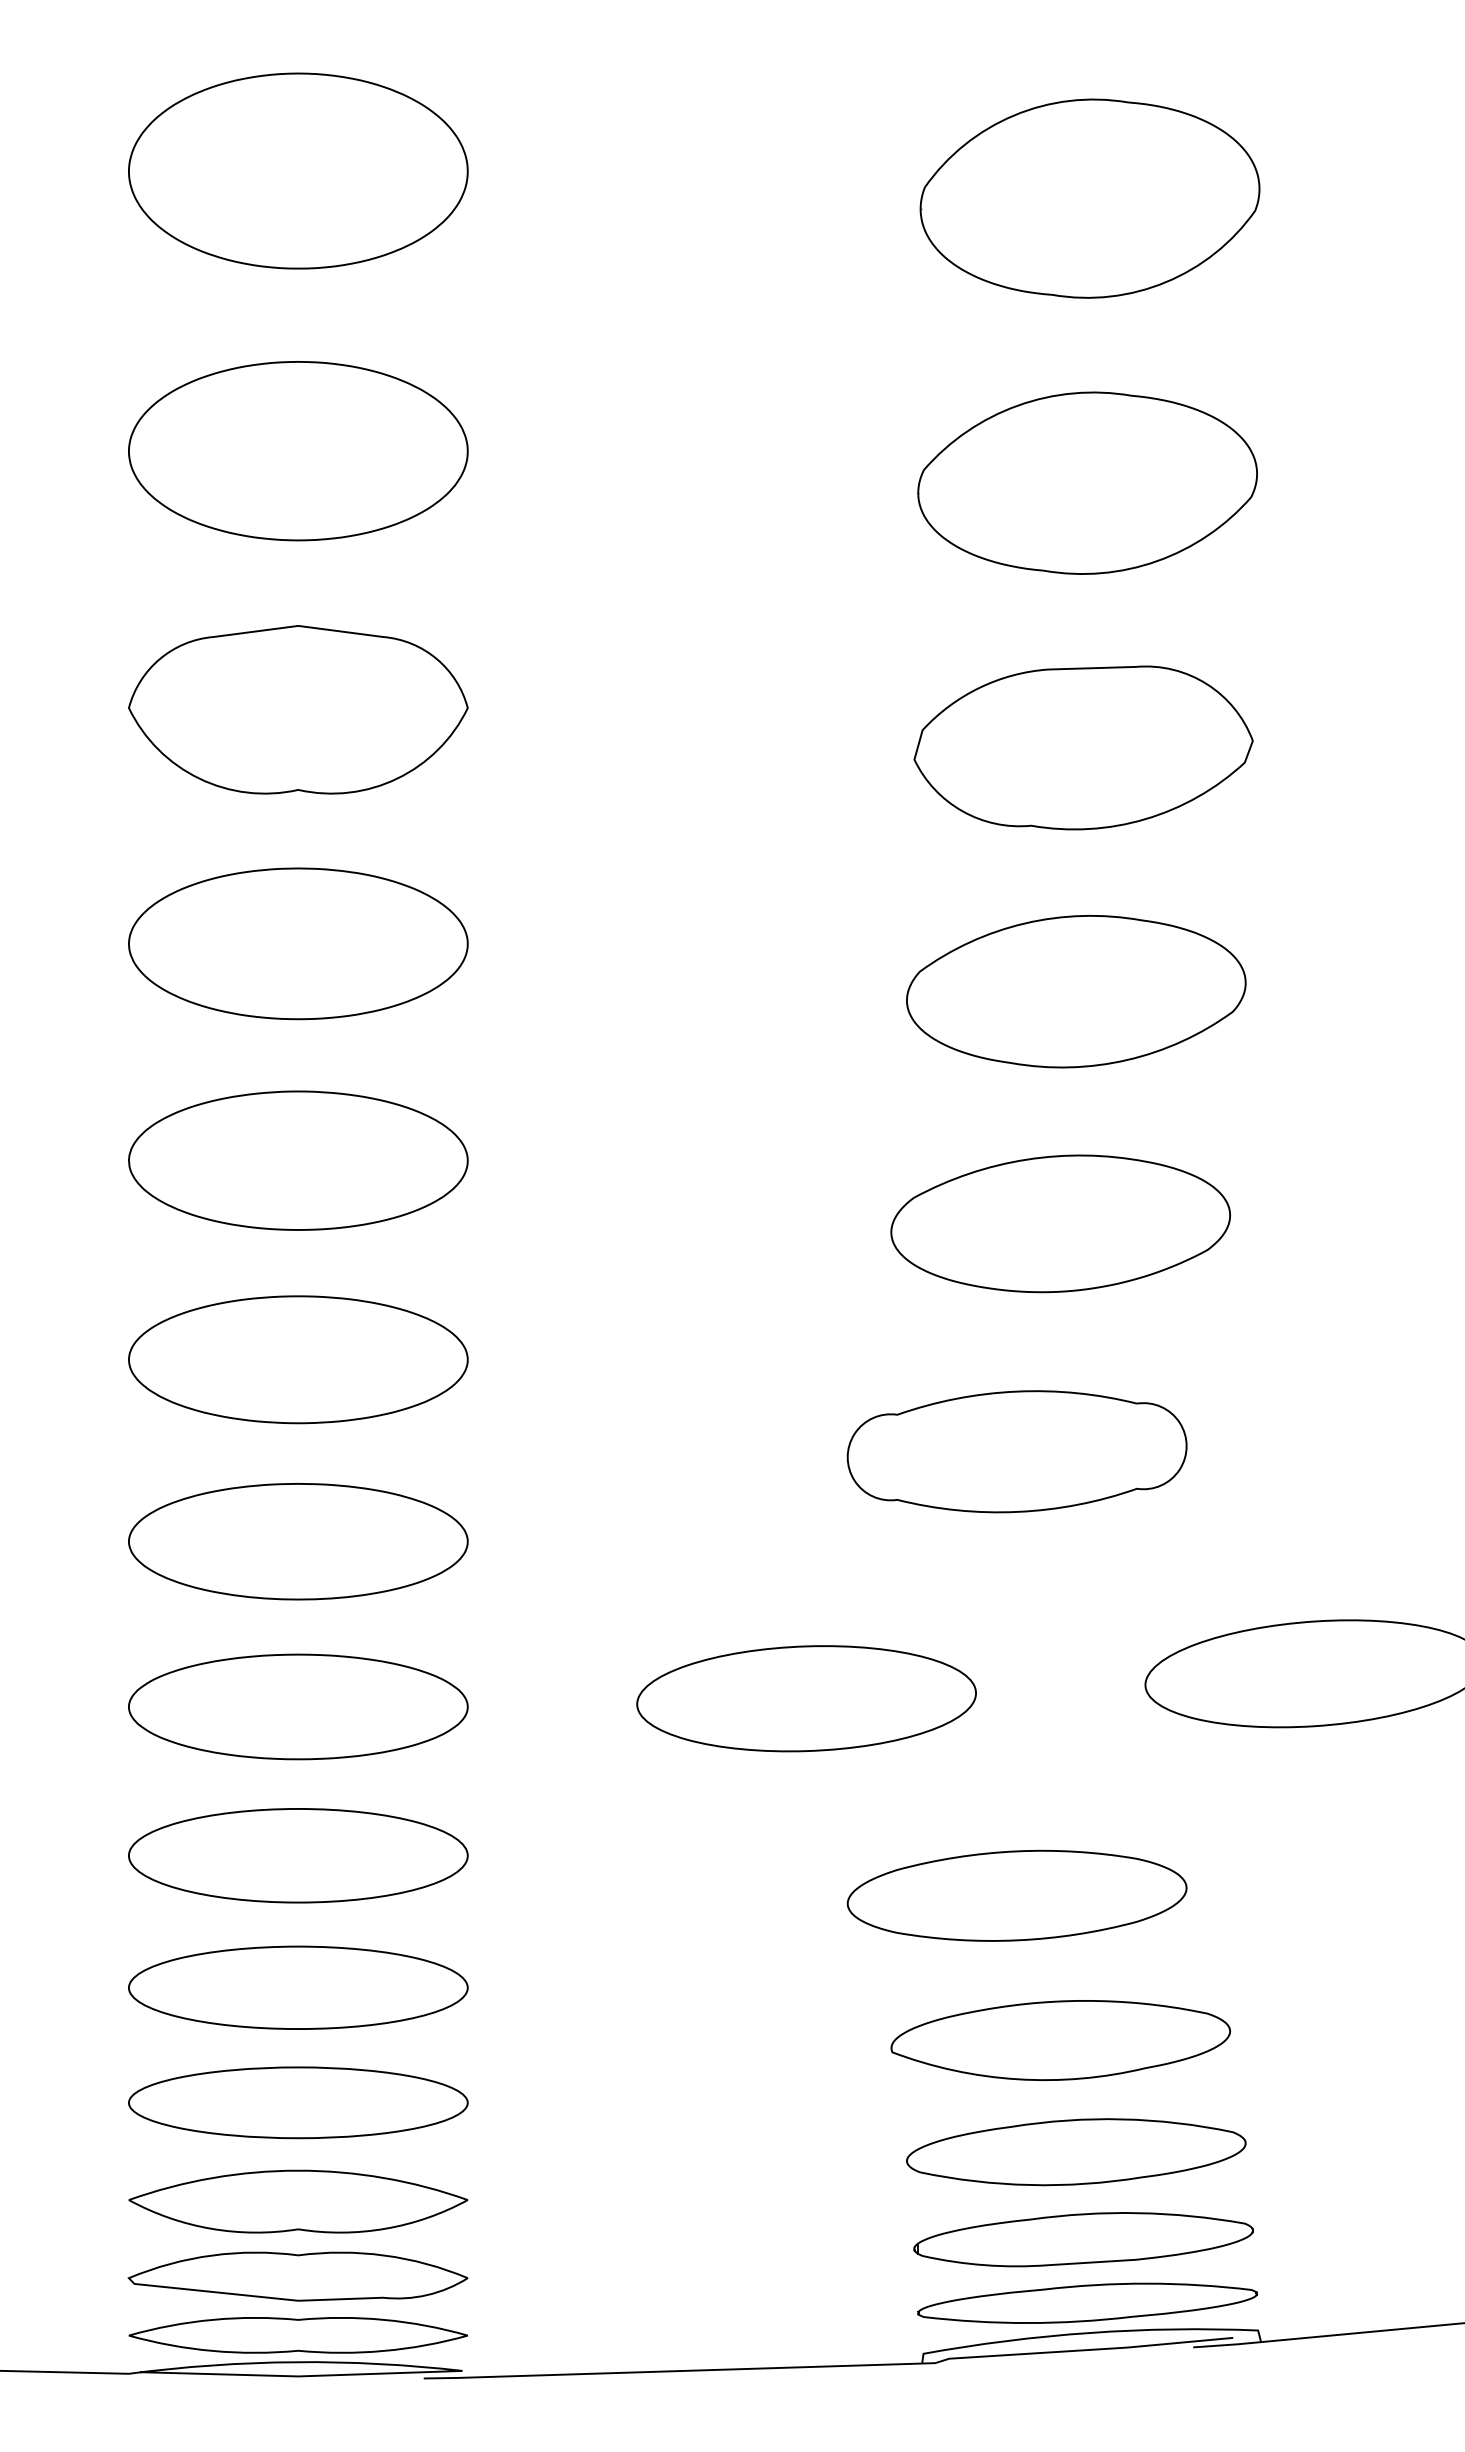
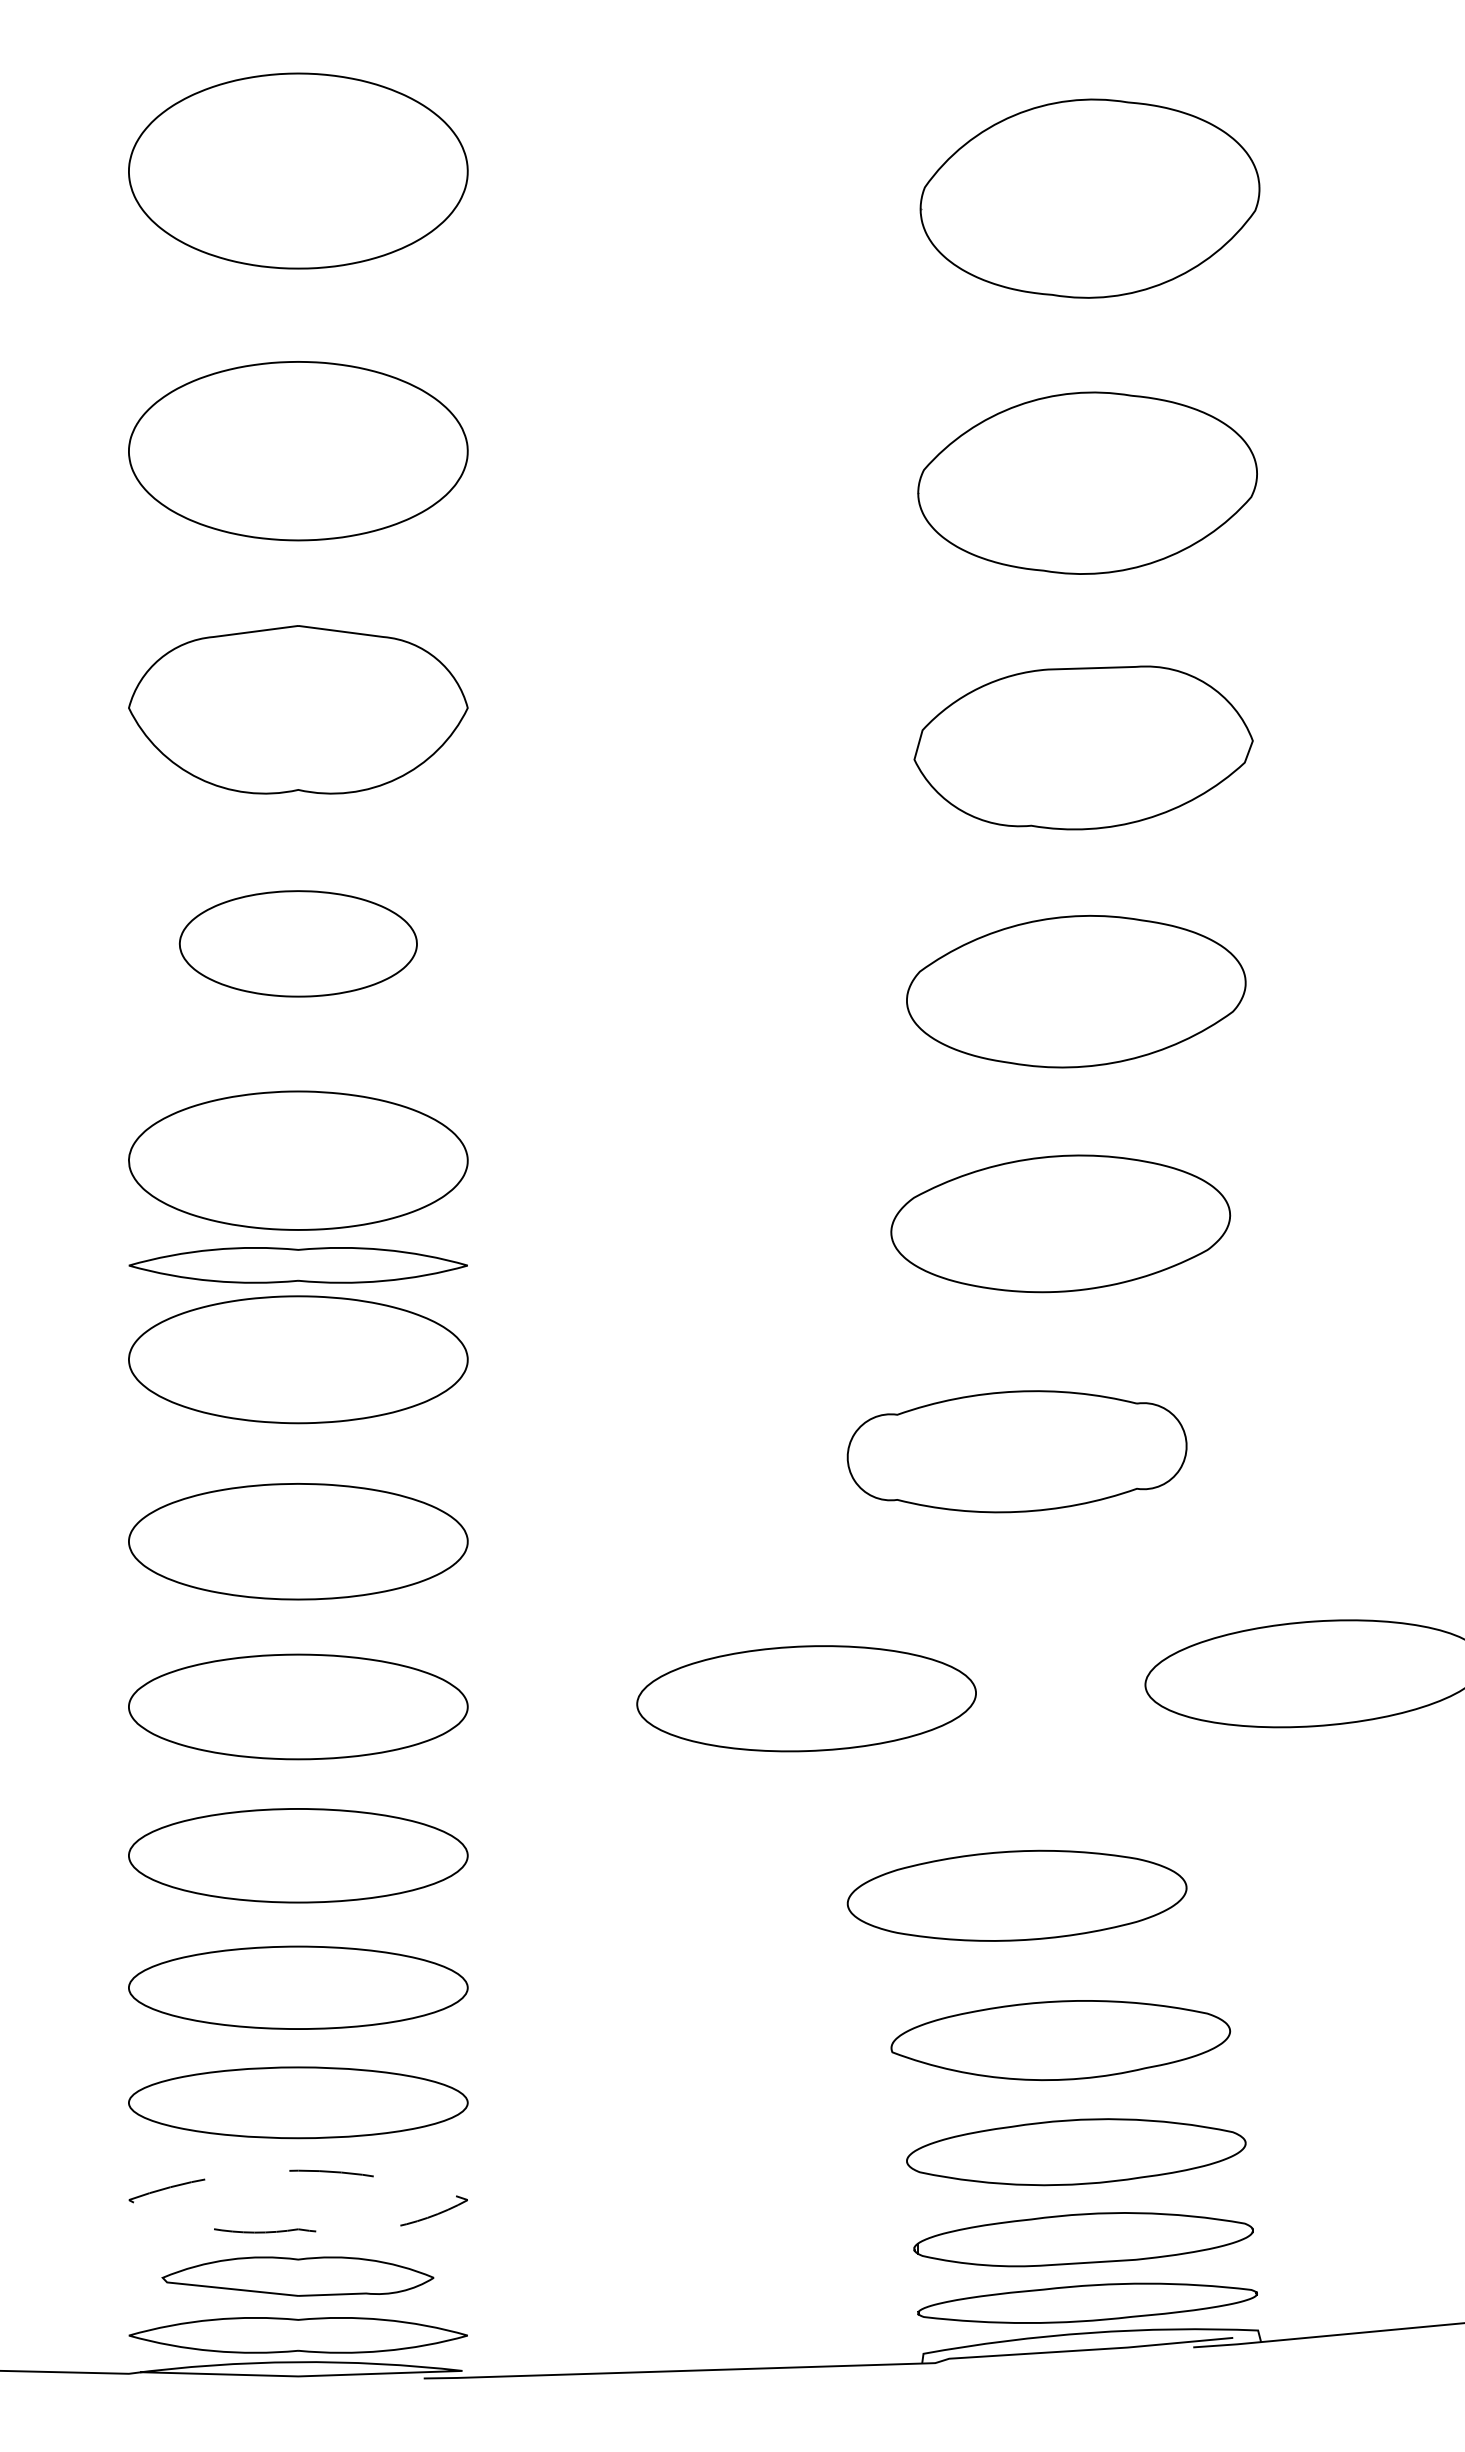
part at (298, 943) size: 341x154 px -> 240x108 px
part at (297, 1265): none -> present
line at (298, 2170): solid -> dashed
part at (297, 2276) size: 342x51 px -> 274x41 px
